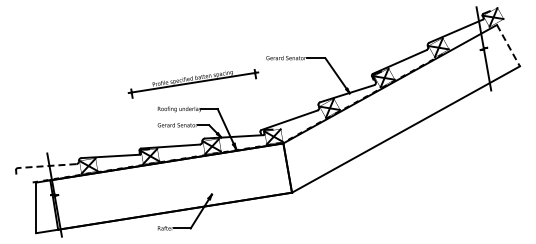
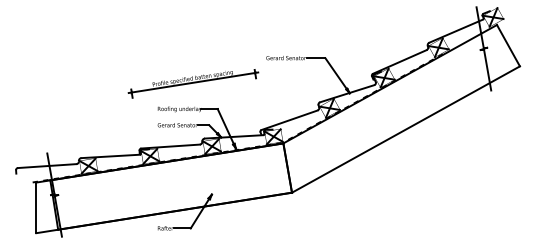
line at (508, 45): dashed -> solid
line at (46, 166): dashed -> solid
